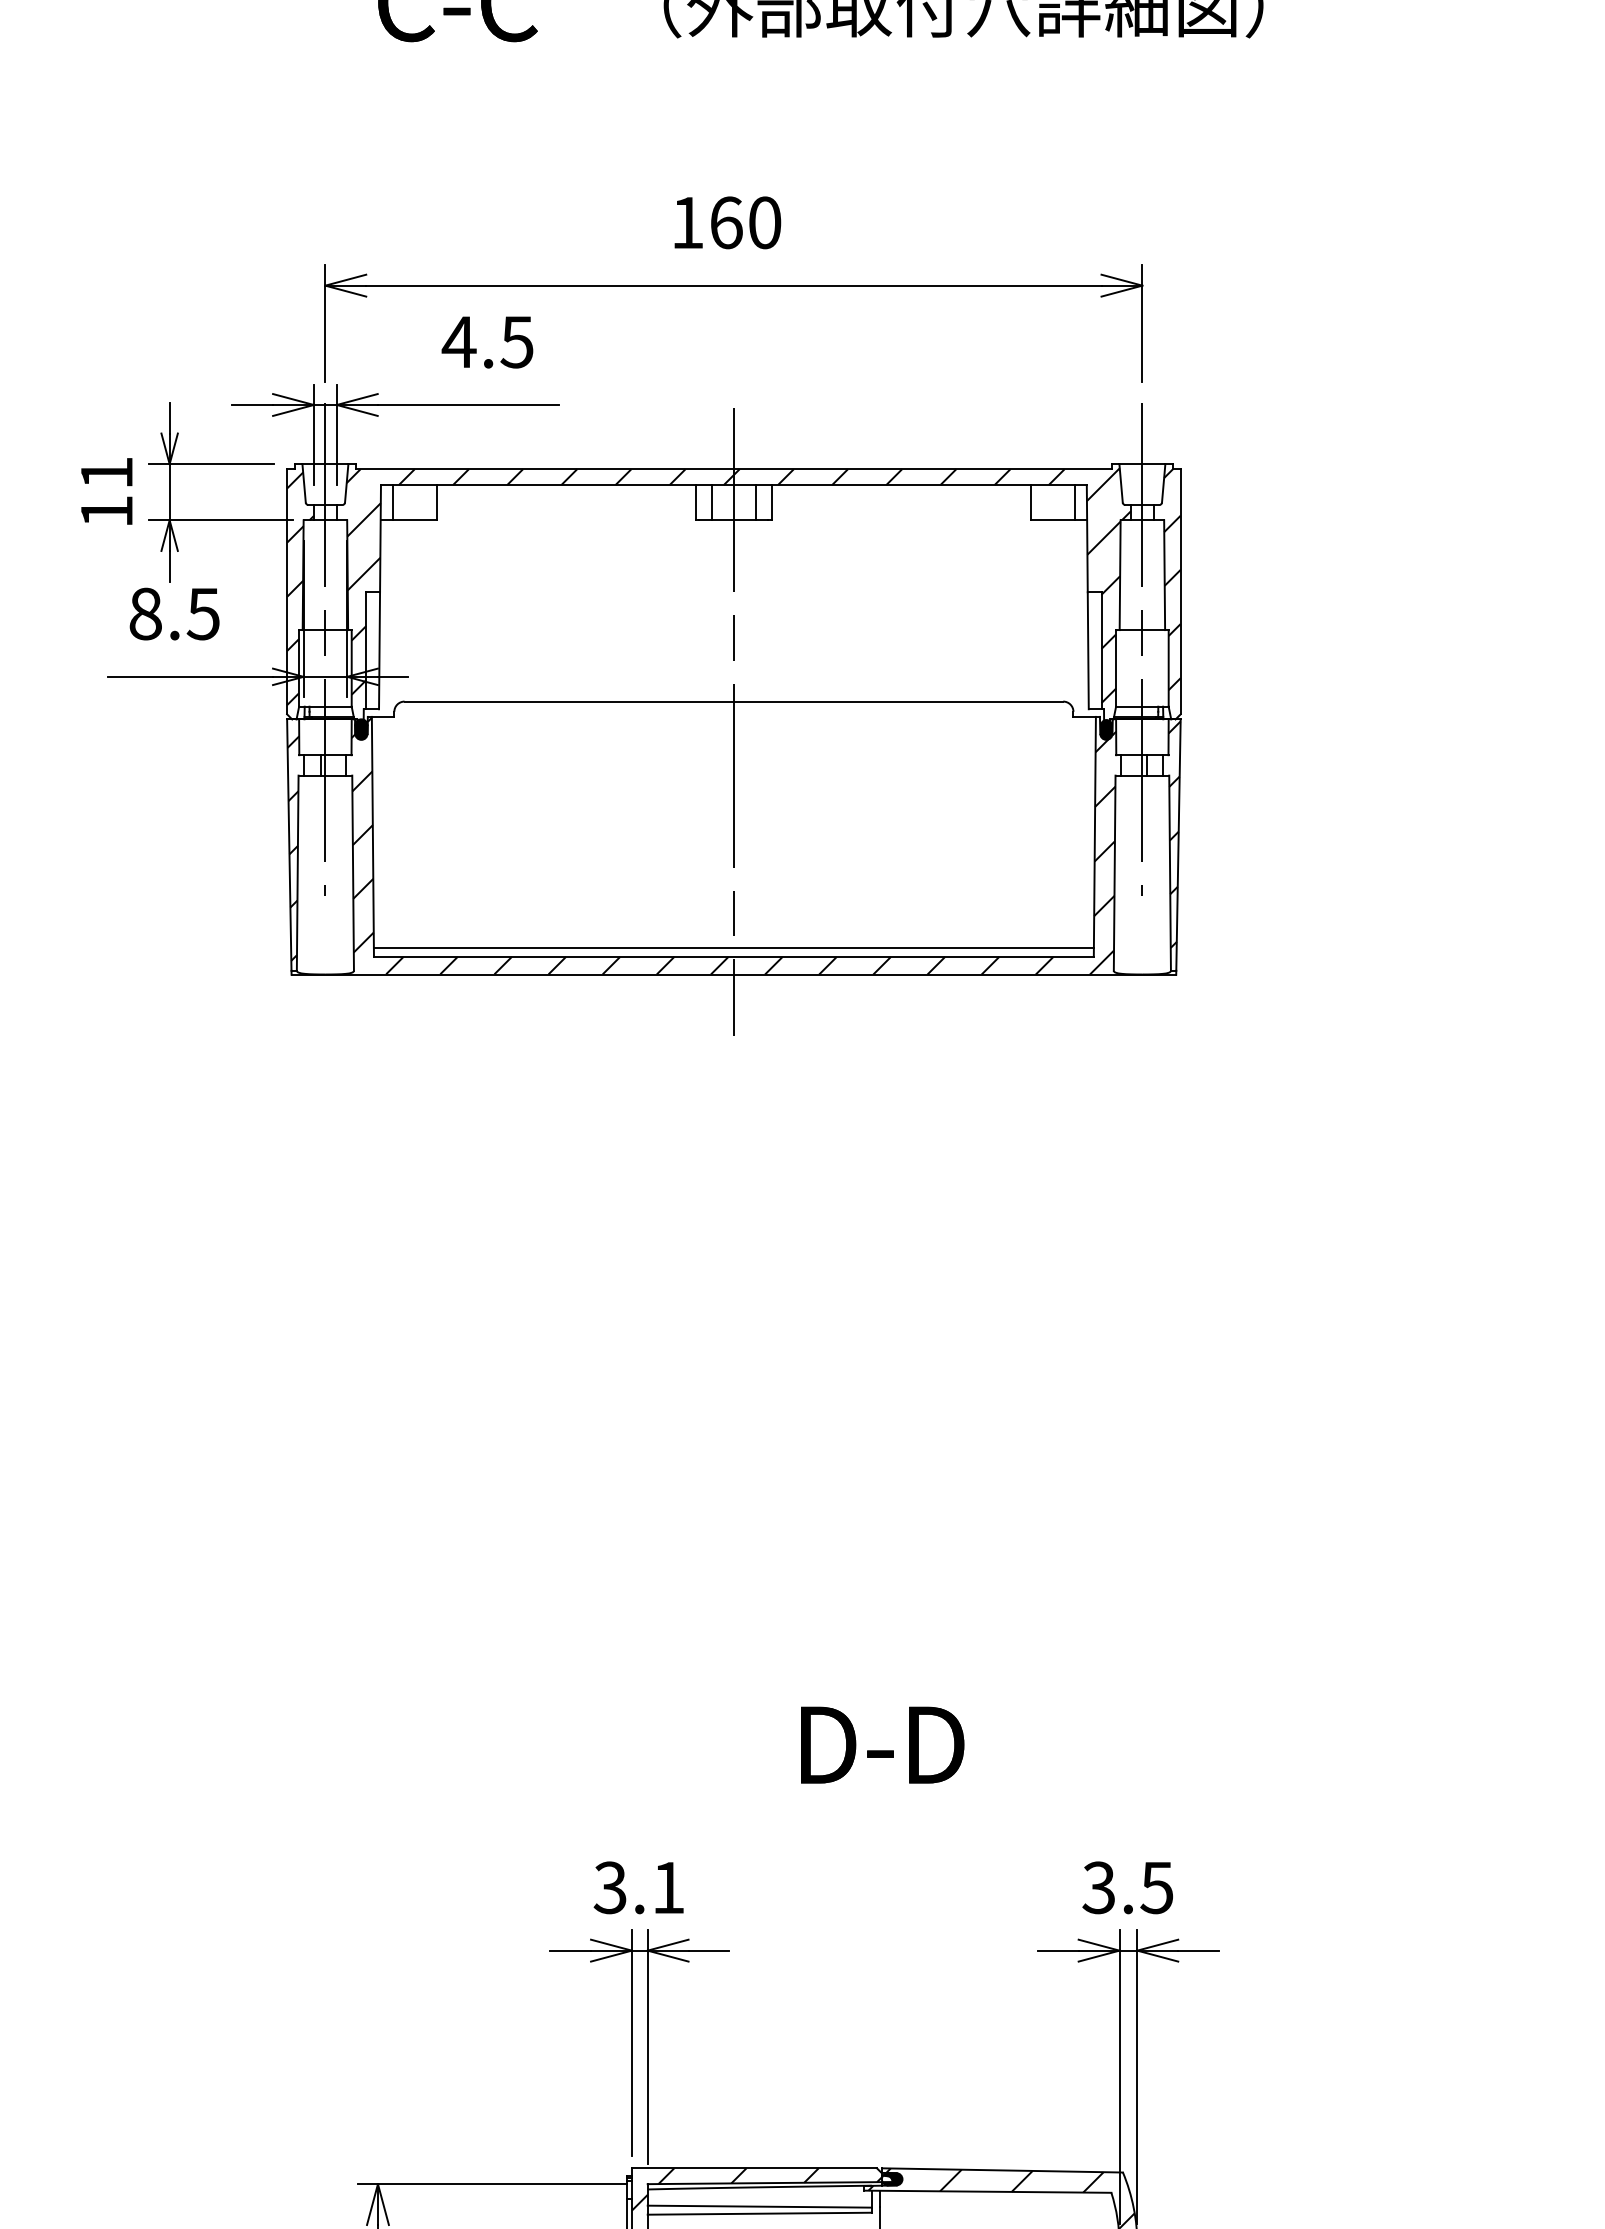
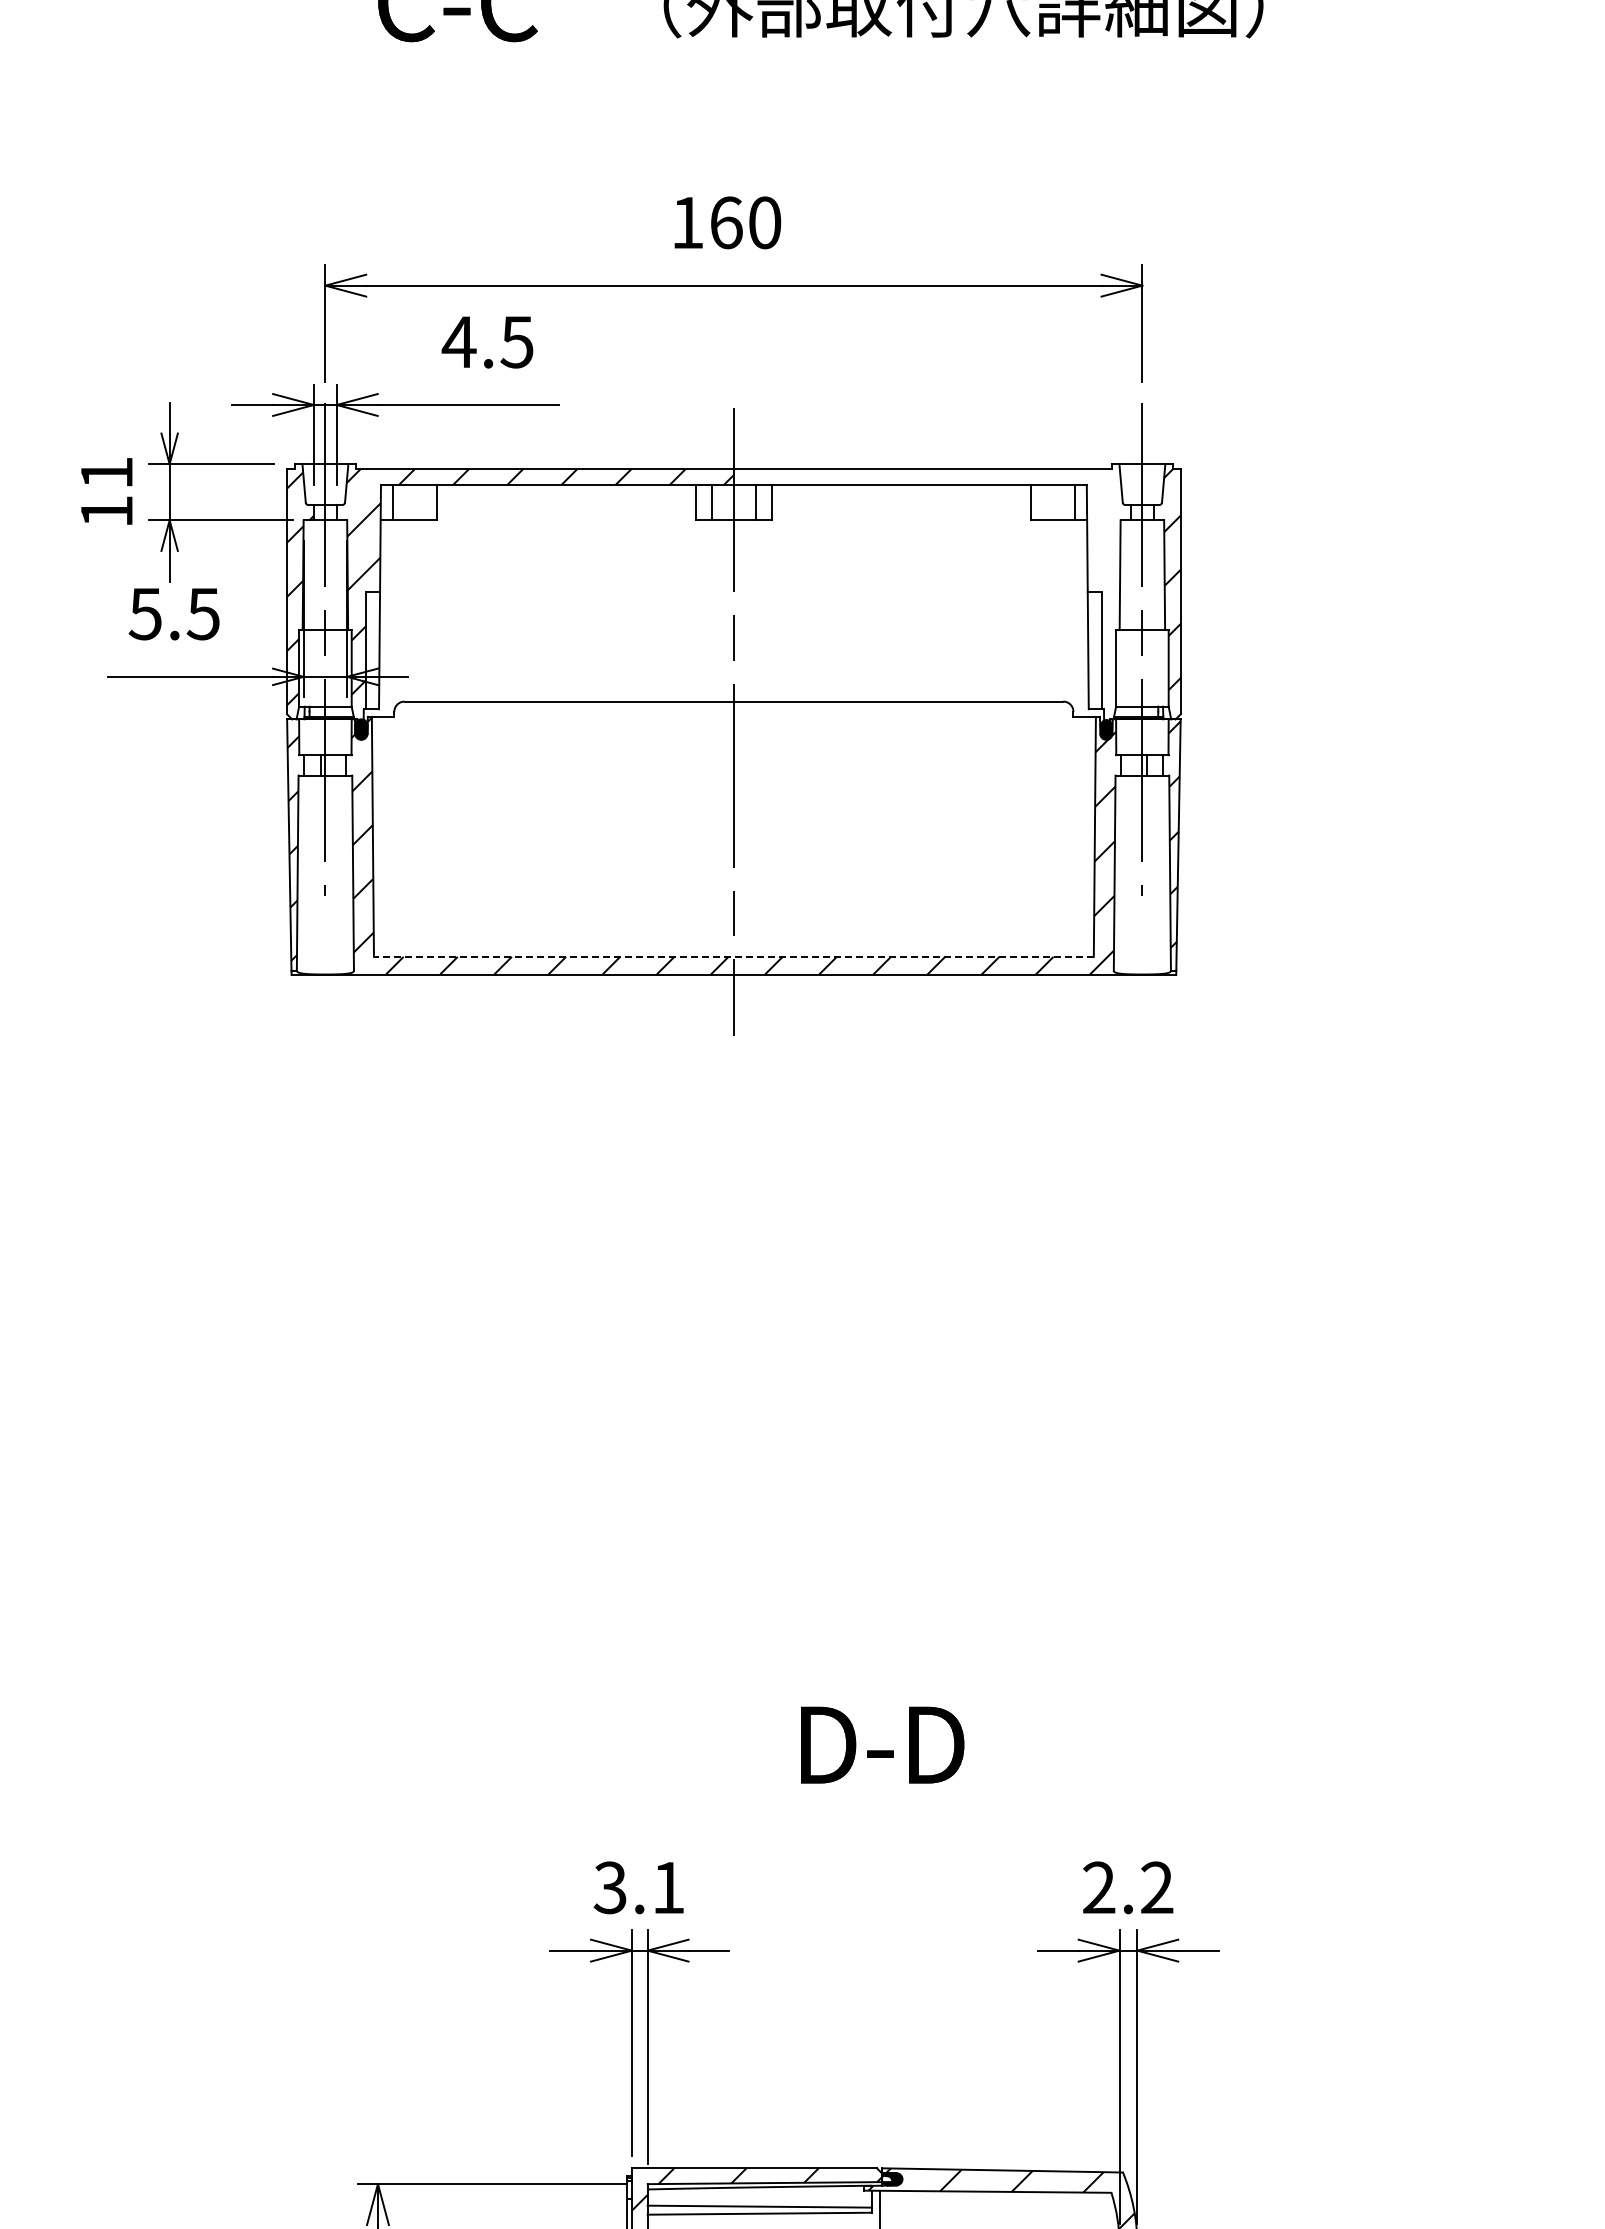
hatch at (931, 585): present -> none
text at (144, 613): 8.5 -> 5.5
line at (733, 947): present -> none
line at (733, 956): solid -> dashed
text at (1127, 1887): 3.5 -> 2.2
